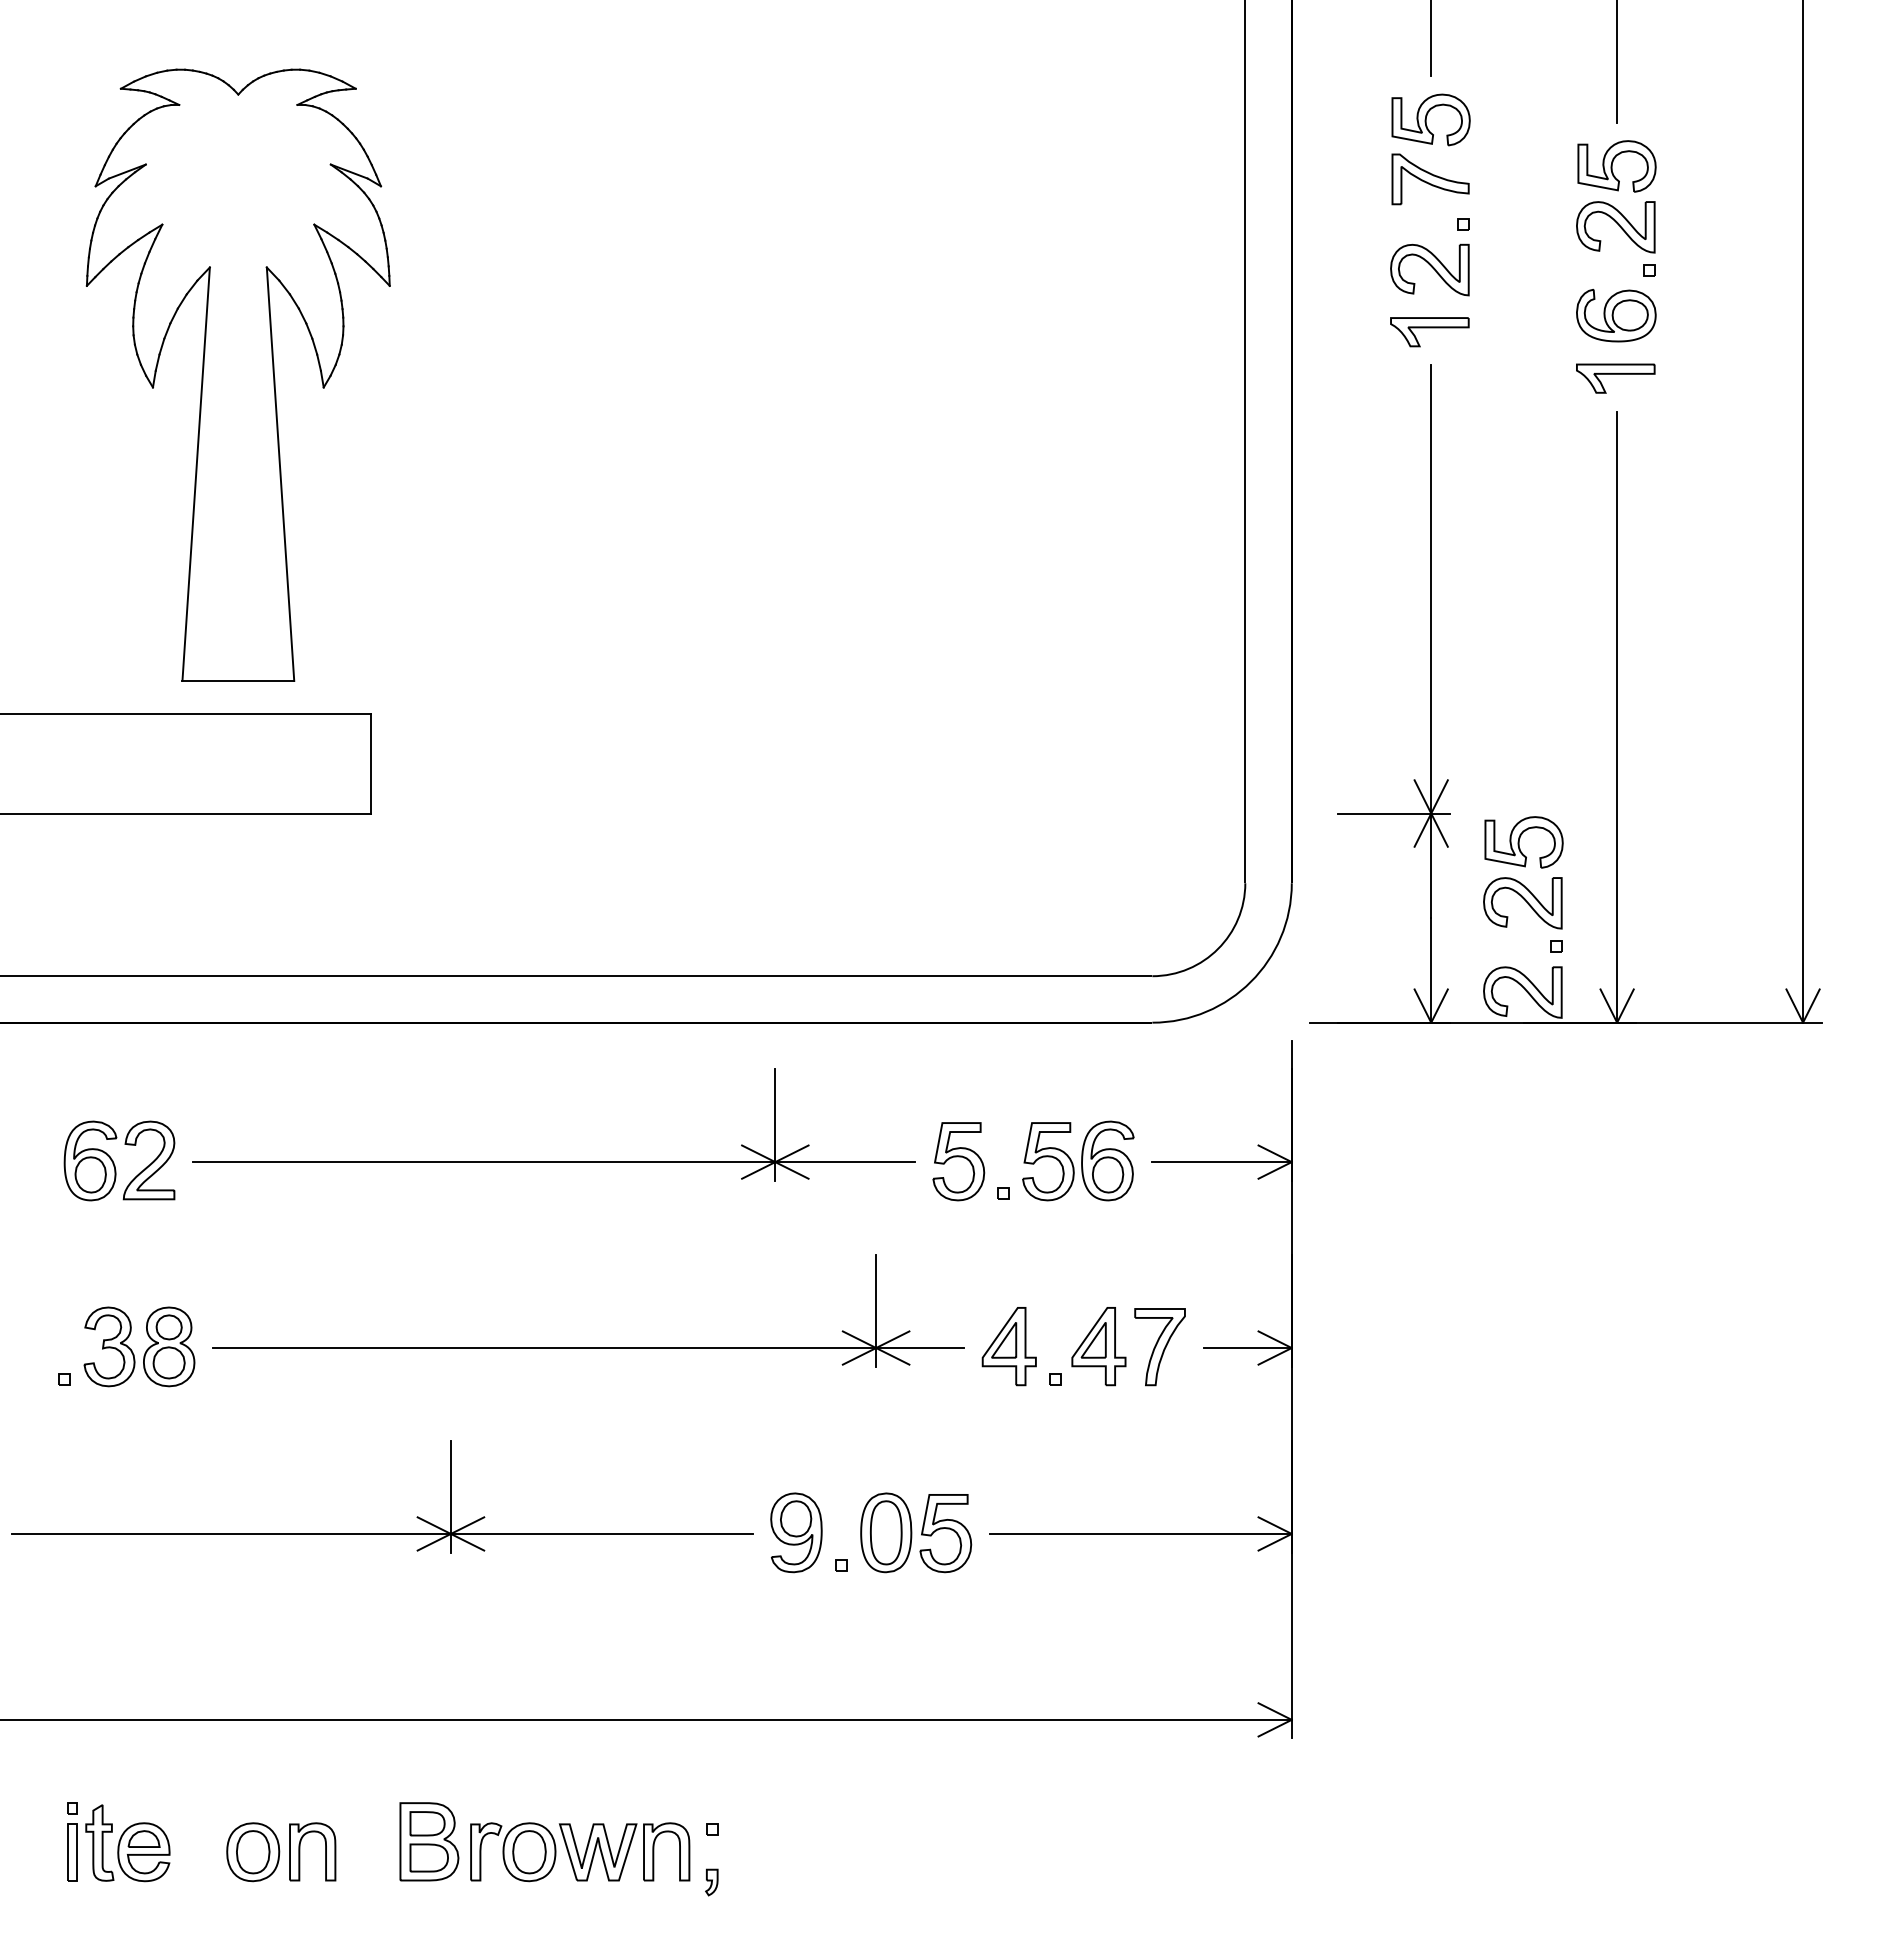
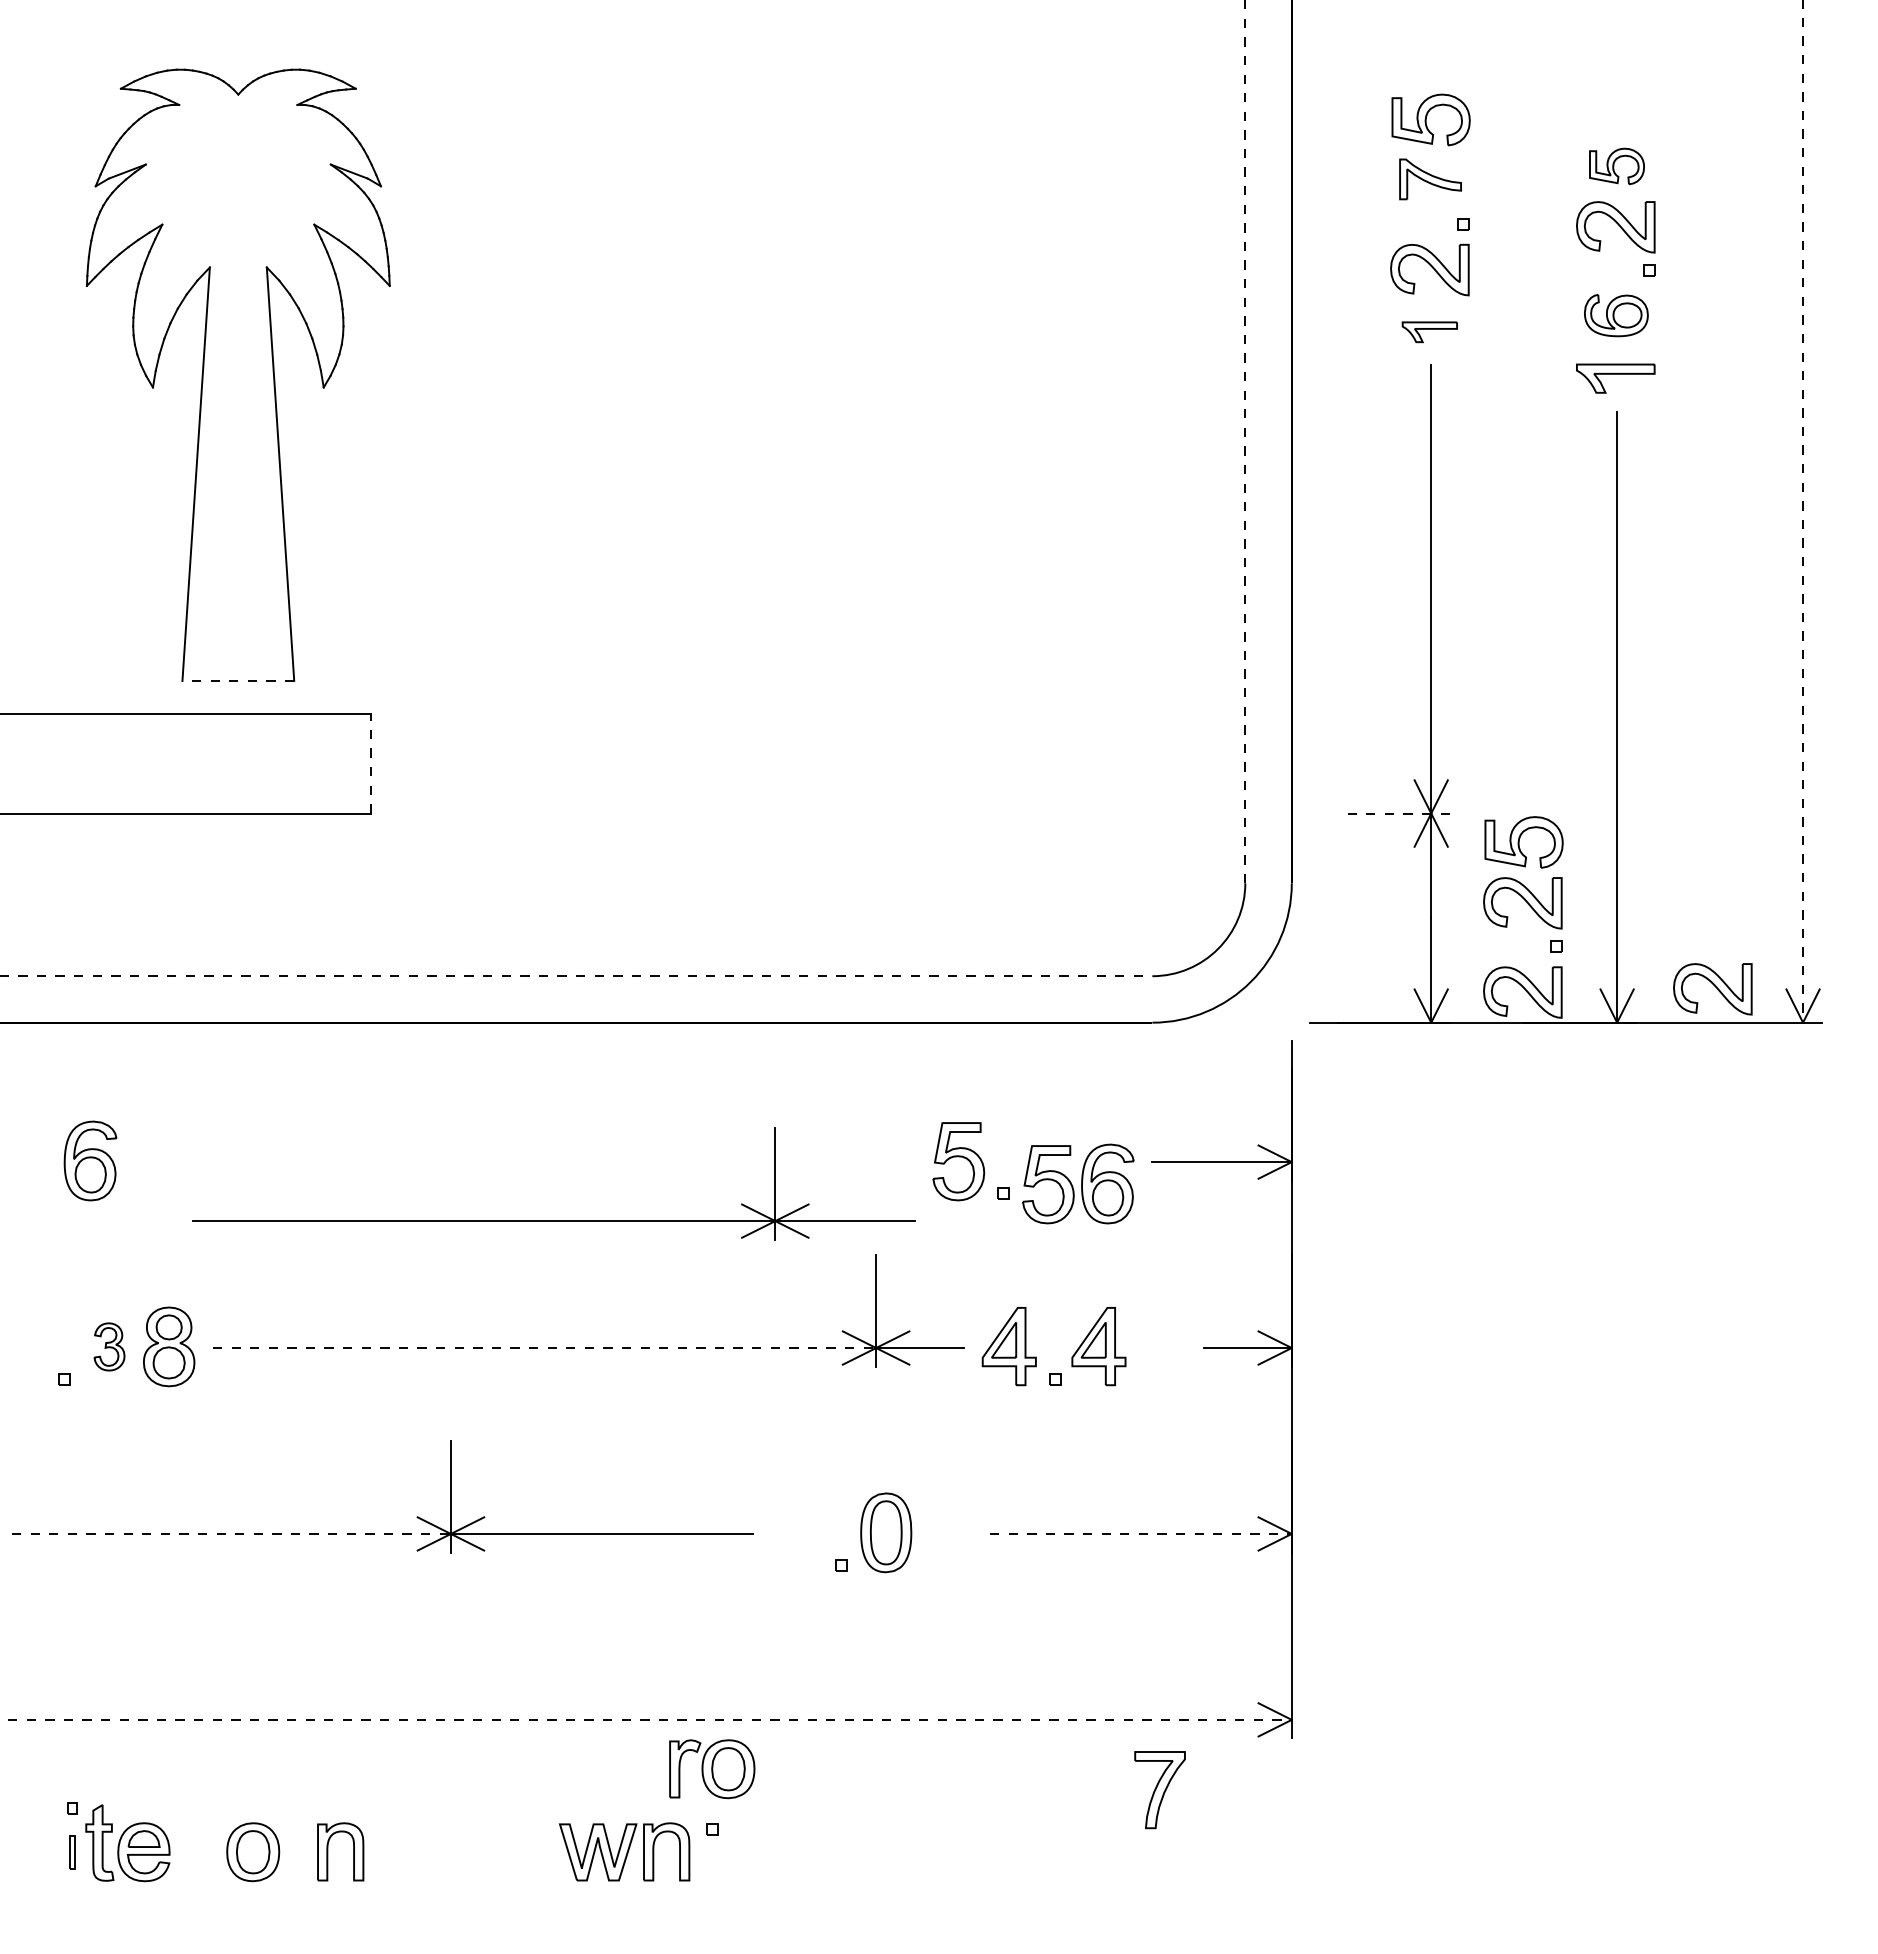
line at (1431, 39): present -> none
line at (1617, 62): present -> none
part at (1616, 166) size: 80x53 px -> 56x39 px
part at (1430, 179) size: 79x53 px -> 63x43 px
part at (1616, 315) size: 81x55 px -> 65x44 px
part at (1429, 332) size: 80x31 px -> 57x23 px
line at (1245, 441): solid -> dashed
line at (1803, 511): solid -> dashed
line at (238, 680): solid -> dashed
line at (370, 763): solid -> dashed
line at (1394, 813): solid -> dashed
line at (576, 976): solid -> dashed
part at (1712, 989): none -> present
part at (148, 1160): present -> none
part at (1078, 1160) position: (1078, 1160) -> (1078, 1183)
part at (553, 1161) position: (553, 1161) -> (553, 1220)
part at (109, 1346) size: 53x82 px -> 33x50 px
part at (1159, 1347) position: (1159, 1347) -> (1159, 1790)
line at (544, 1348): solid -> dashed
part at (796, 1532): present -> none
line at (231, 1533): solid -> dashed
part at (945, 1533): present -> none
line at (1140, 1533): solid -> dashed
line at (646, 1719): solid -> dashed
part at (429, 1841): present -> none
part at (300, 1851) position: (300, 1851) -> (328, 1851)
part at (72, 1852) size: 11x59 px -> 7x35 px
part at (513, 1852) position: (513, 1852) -> (712, 1769)
part at (711, 1882): present -> none
